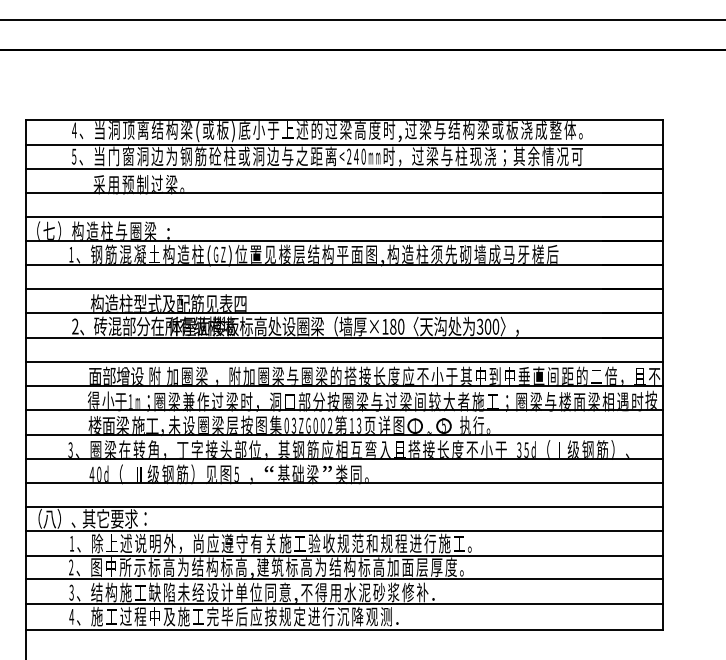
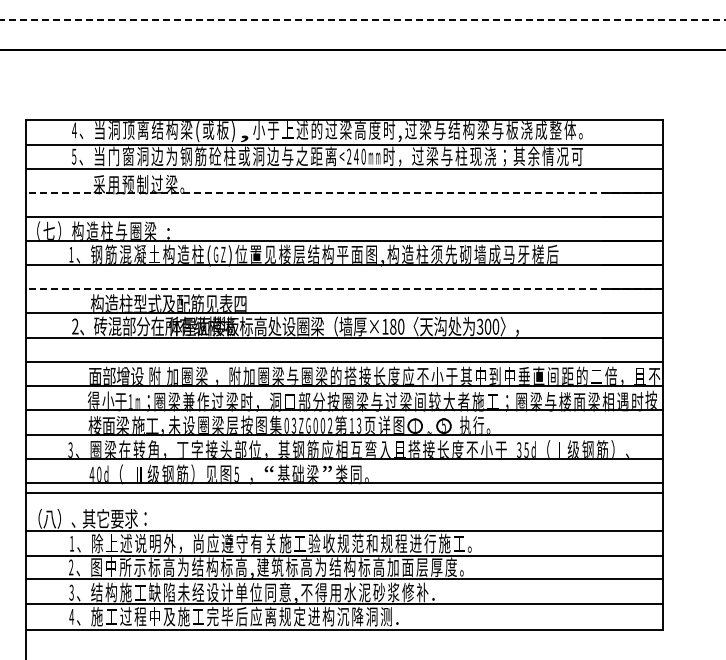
line at (362, 19): solid -> dashed
text at (497, 130): 或 -> 与
text at (244, 131): 底 -> ,
line at (344, 192): solid -> dashed
line at (344, 289): solid -> dashed
line at (344, 506) position: (344, 506) -> (344, 492)
text at (270, 616): 按 -> 离
text at (328, 616): 行 -> 构
text at (371, 616): 观 -> 洞
